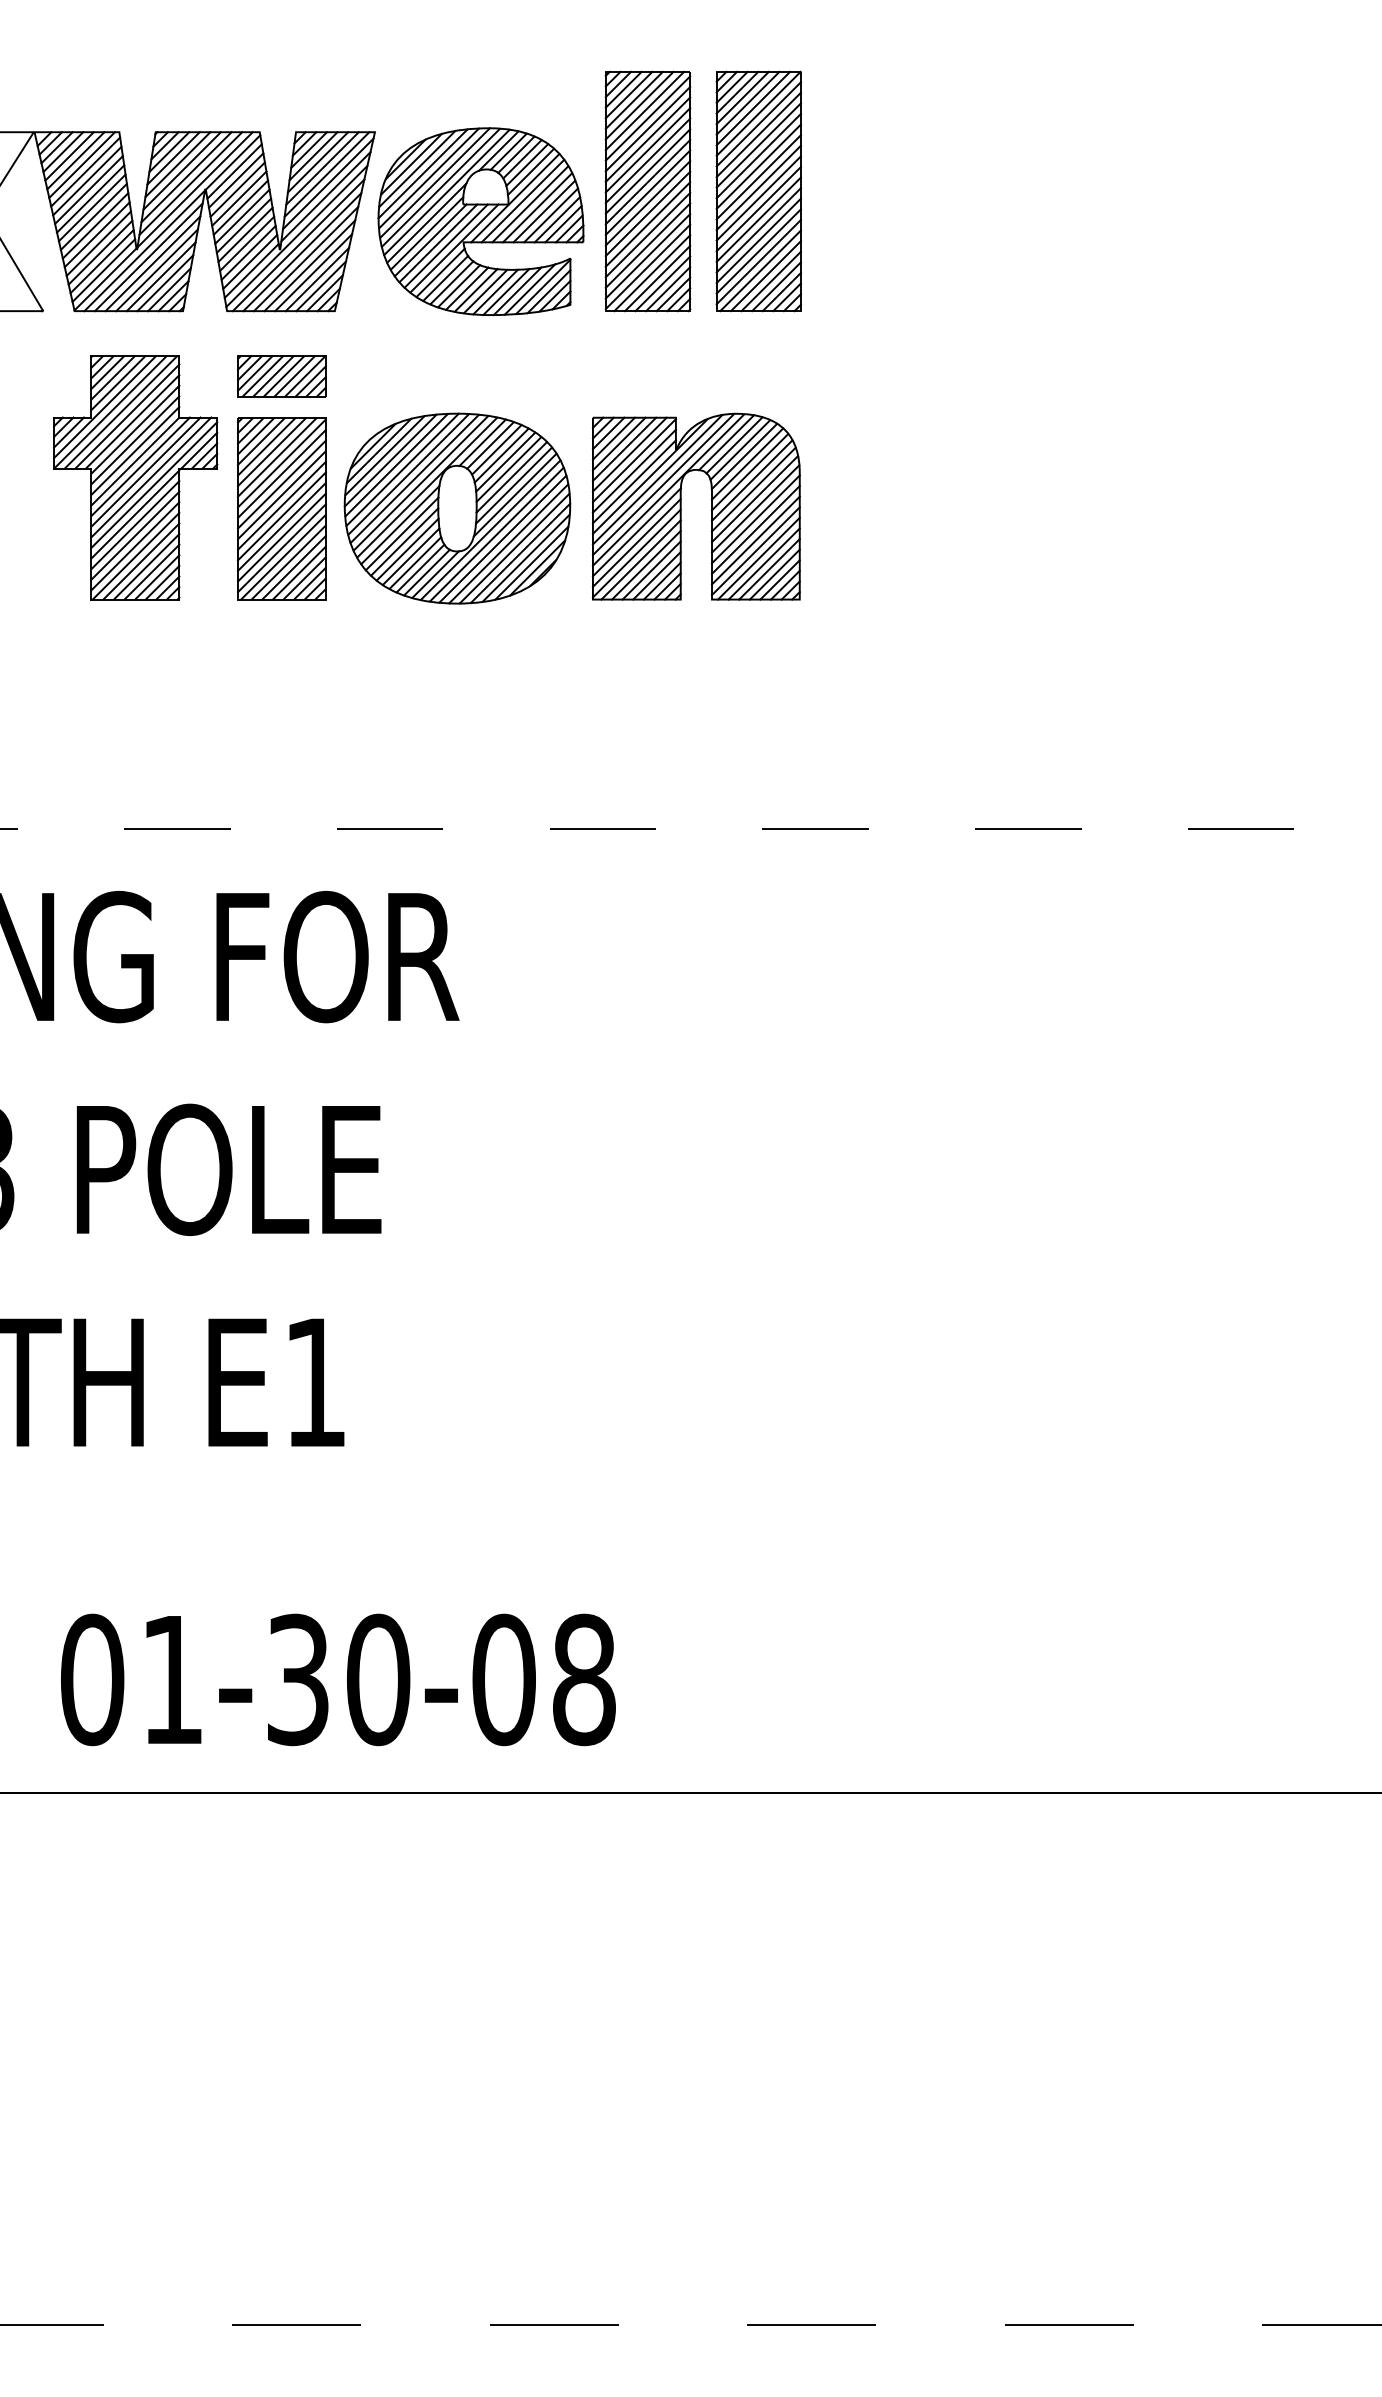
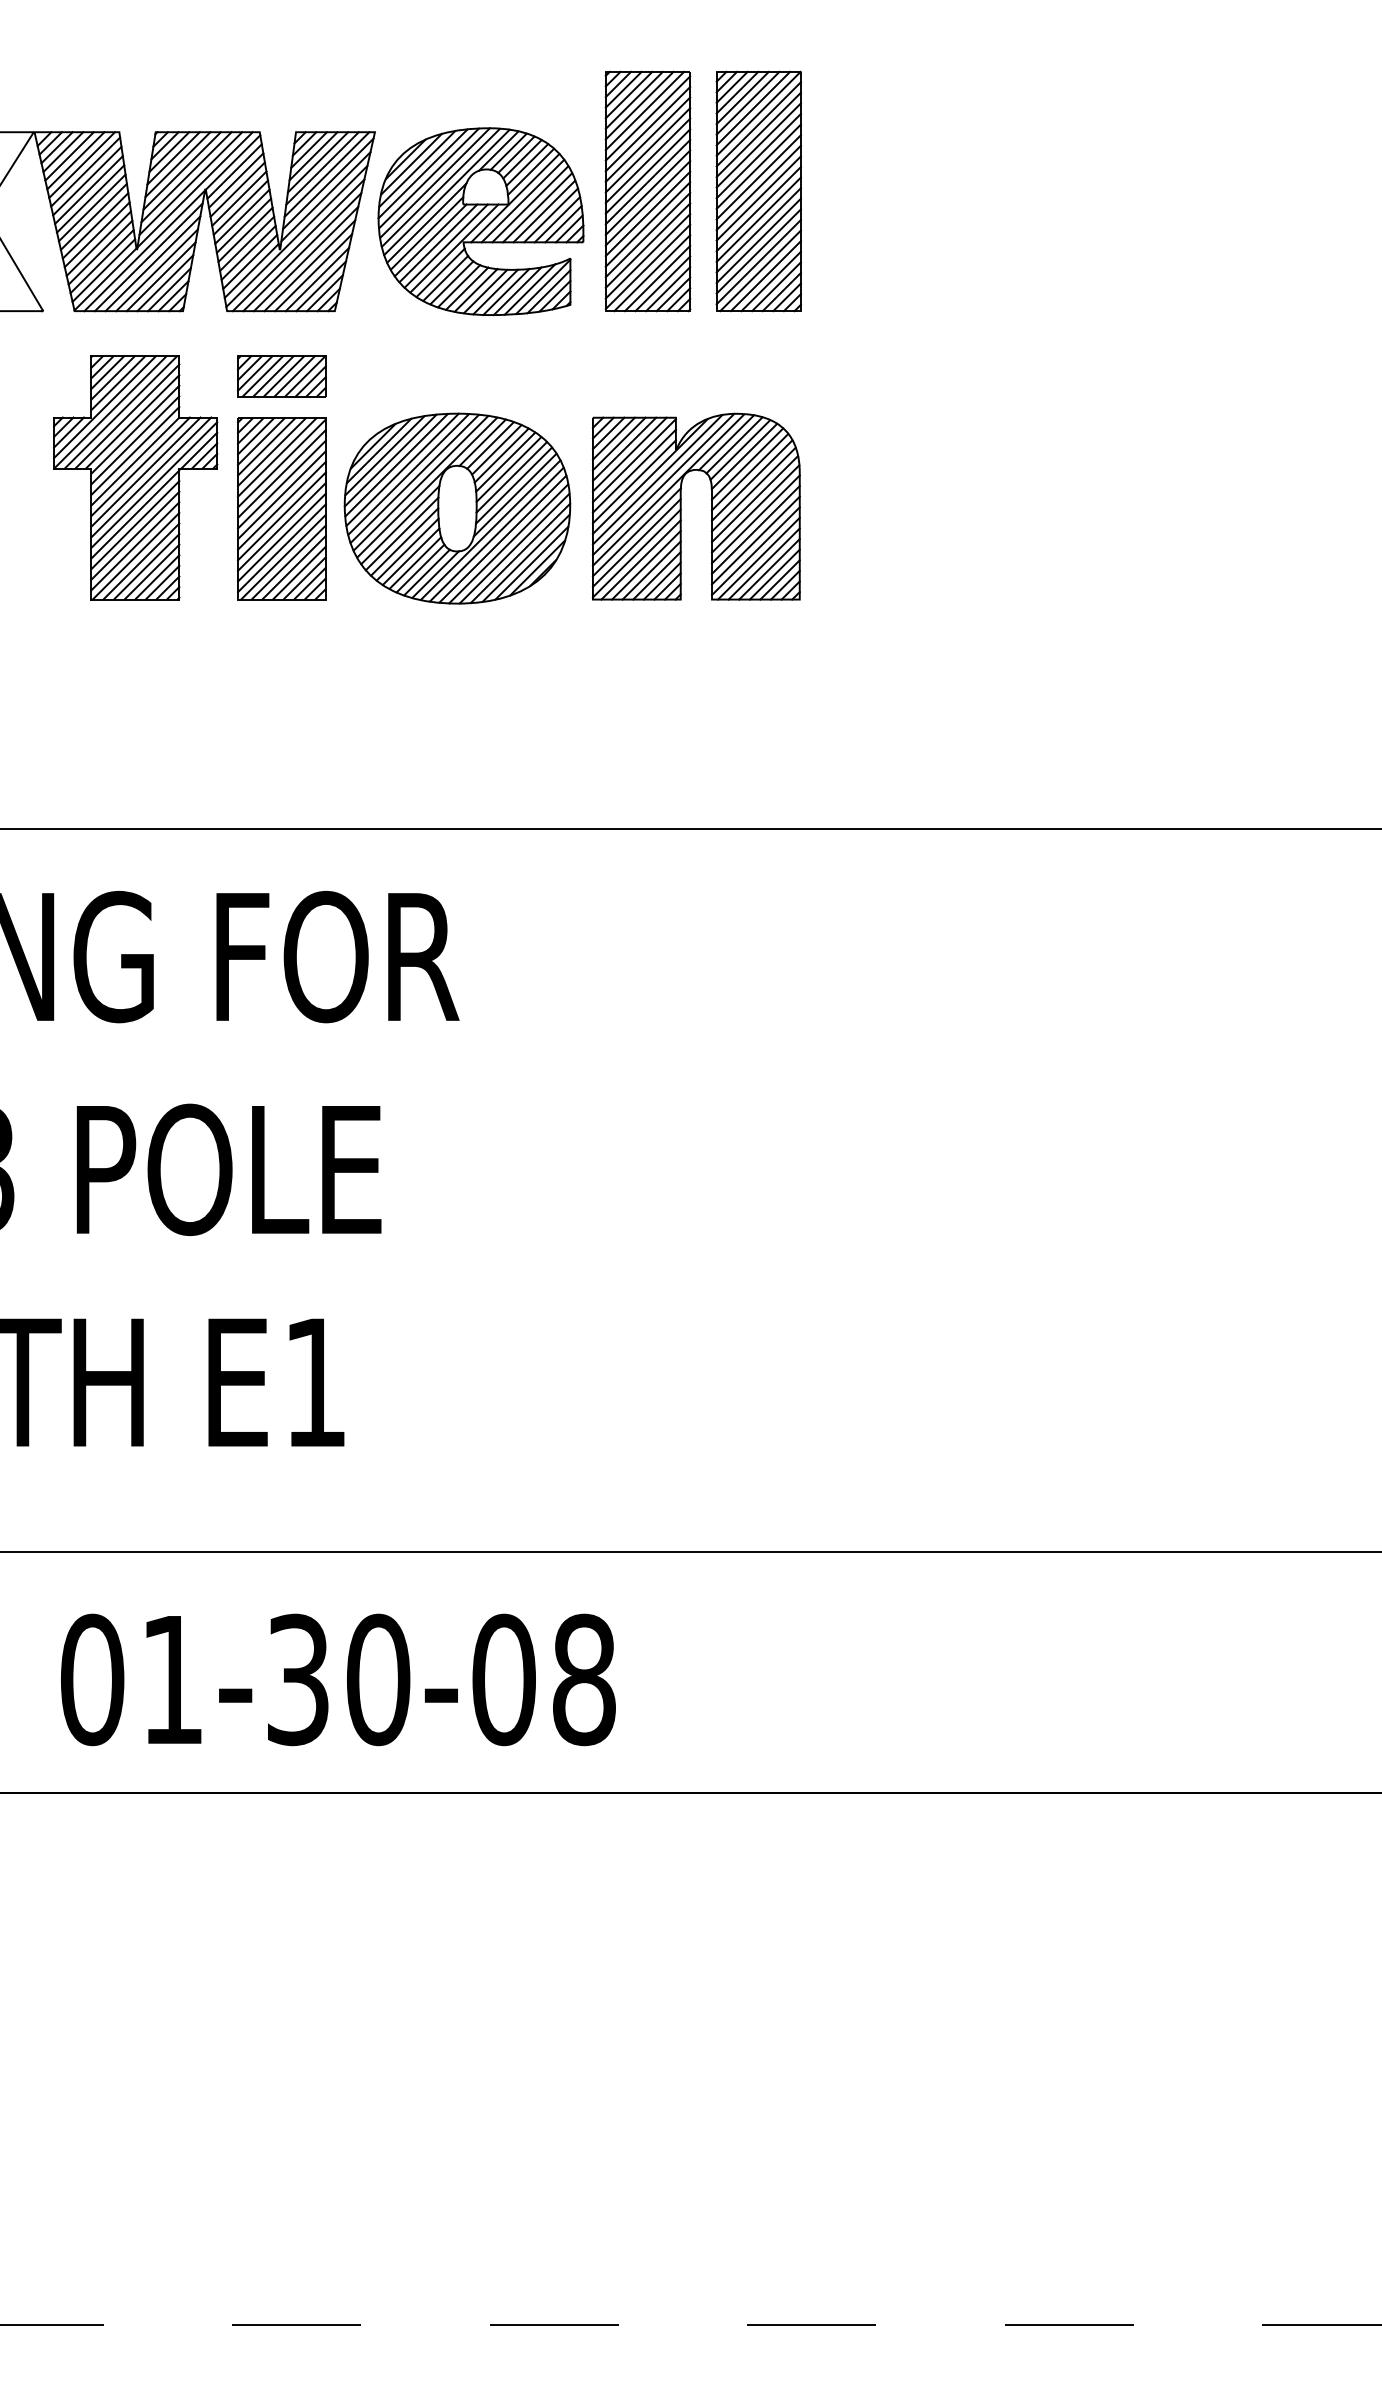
line at (691, 829): dashed -> solid
line at (690, 1552): none -> present
